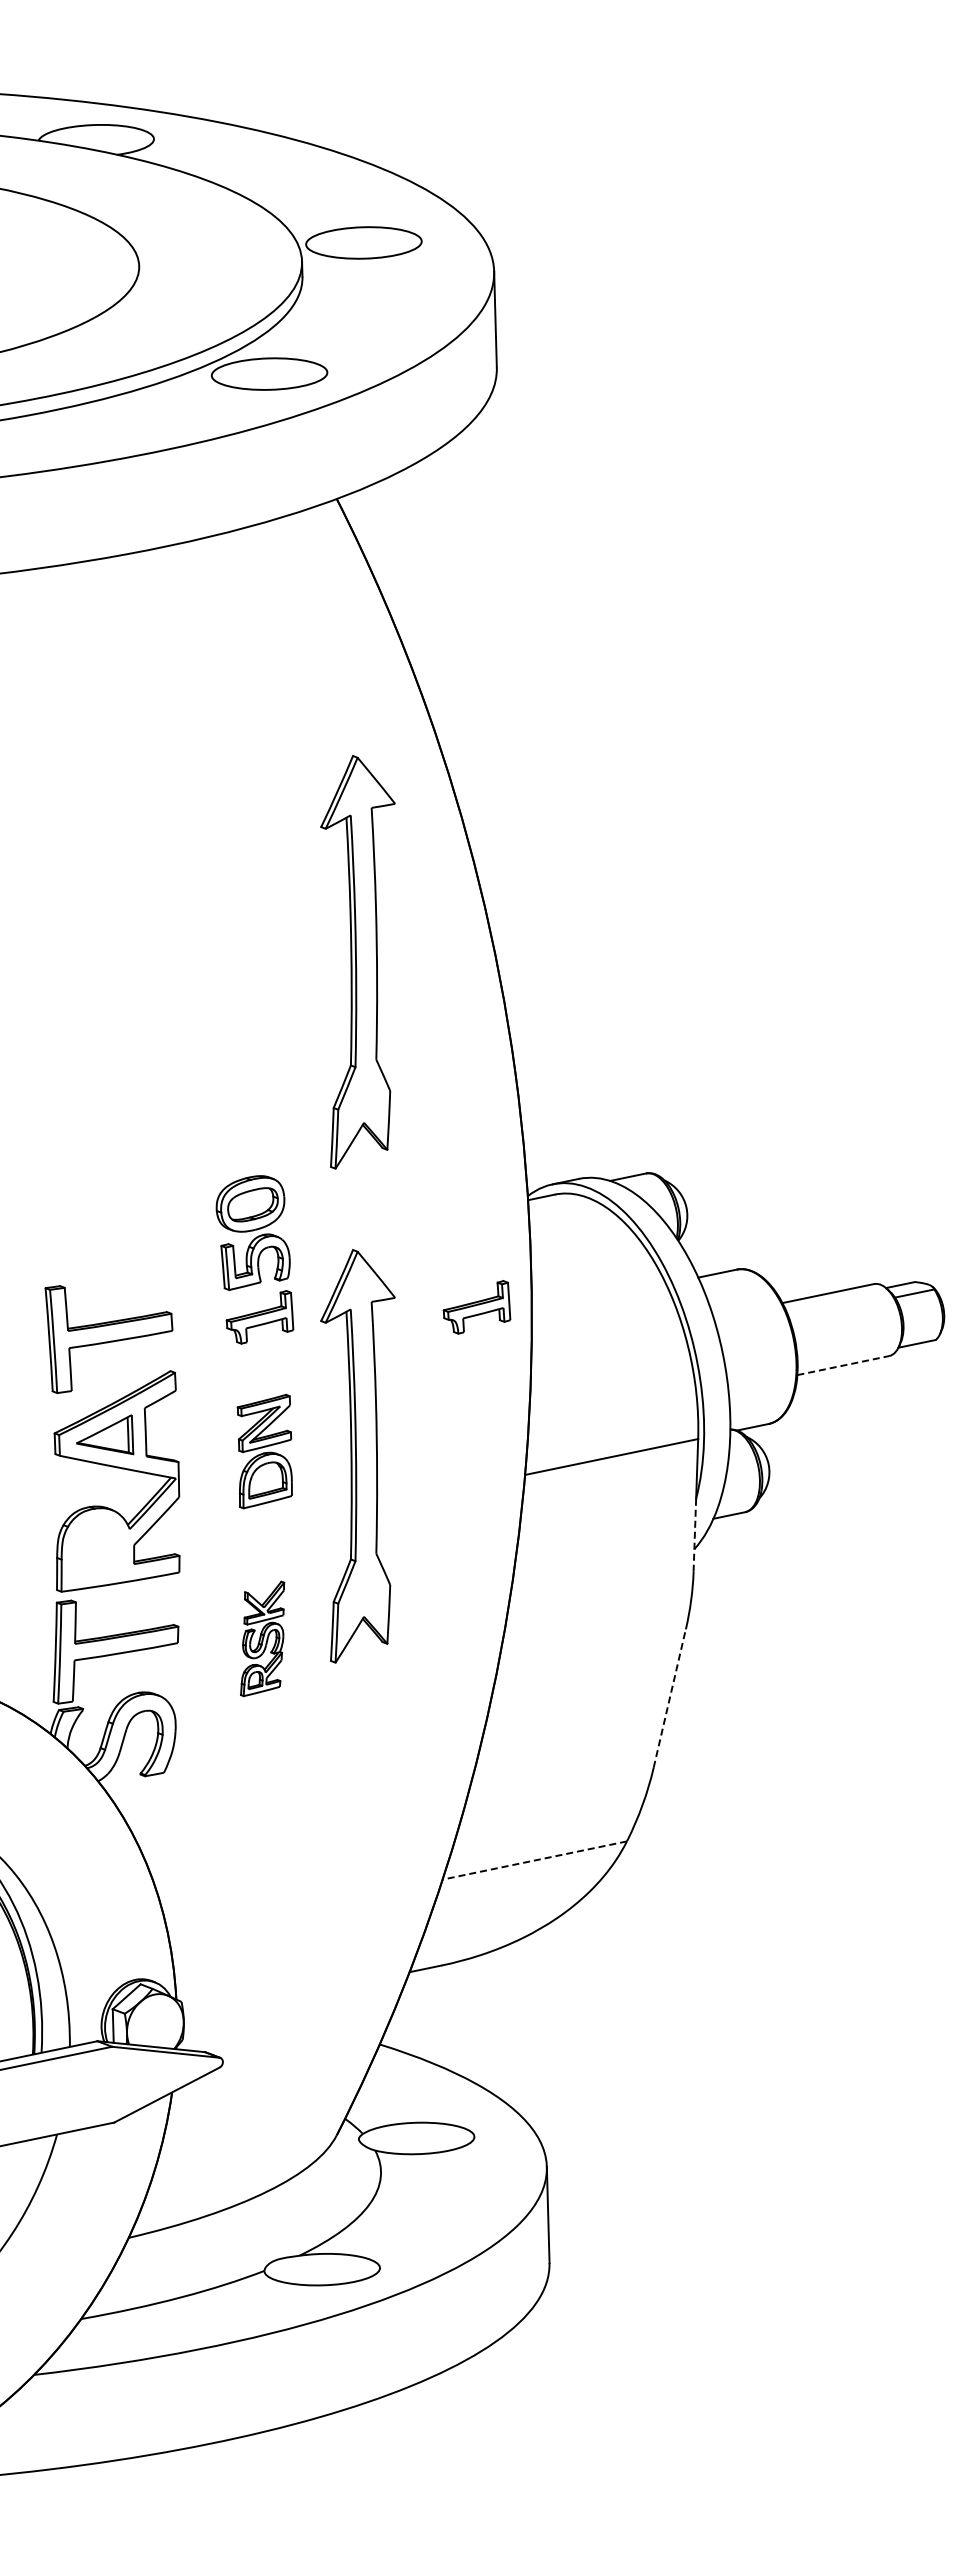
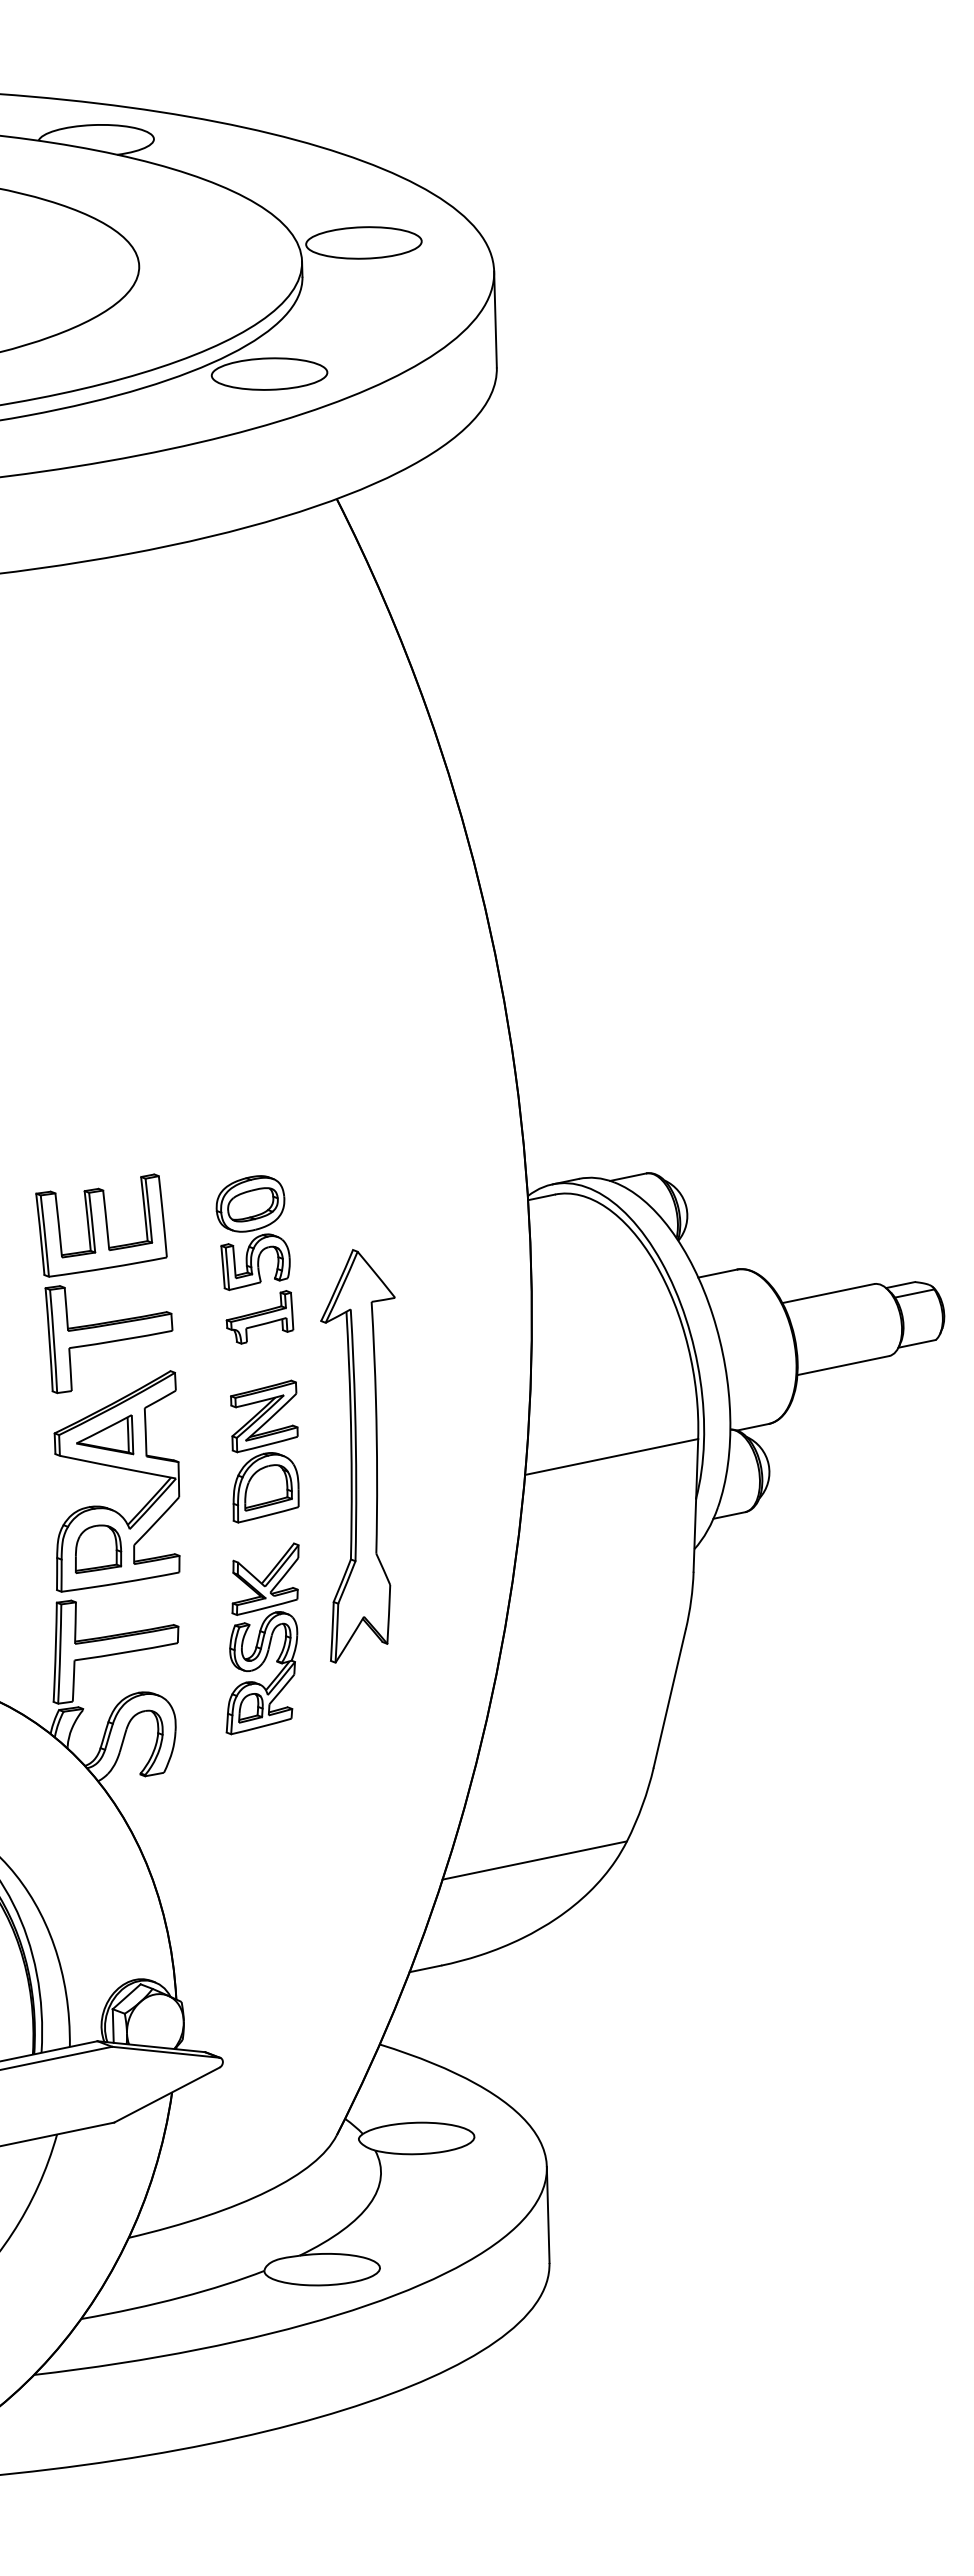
part at (357, 962): present -> none
part at (101, 1225): none -> present
part at (476, 1307): present -> none
line at (843, 1365): dashed -> solid
part at (264, 1451) size: 57x117 px -> 70x145 px
line at (694, 1535): dashed -> solid
part at (98, 1549): none -> present
part at (262, 1638) size: 46x118 px -> 75x194 px
line at (669, 1698): dashed -> solid
line at (534, 1860): dashed -> solid
